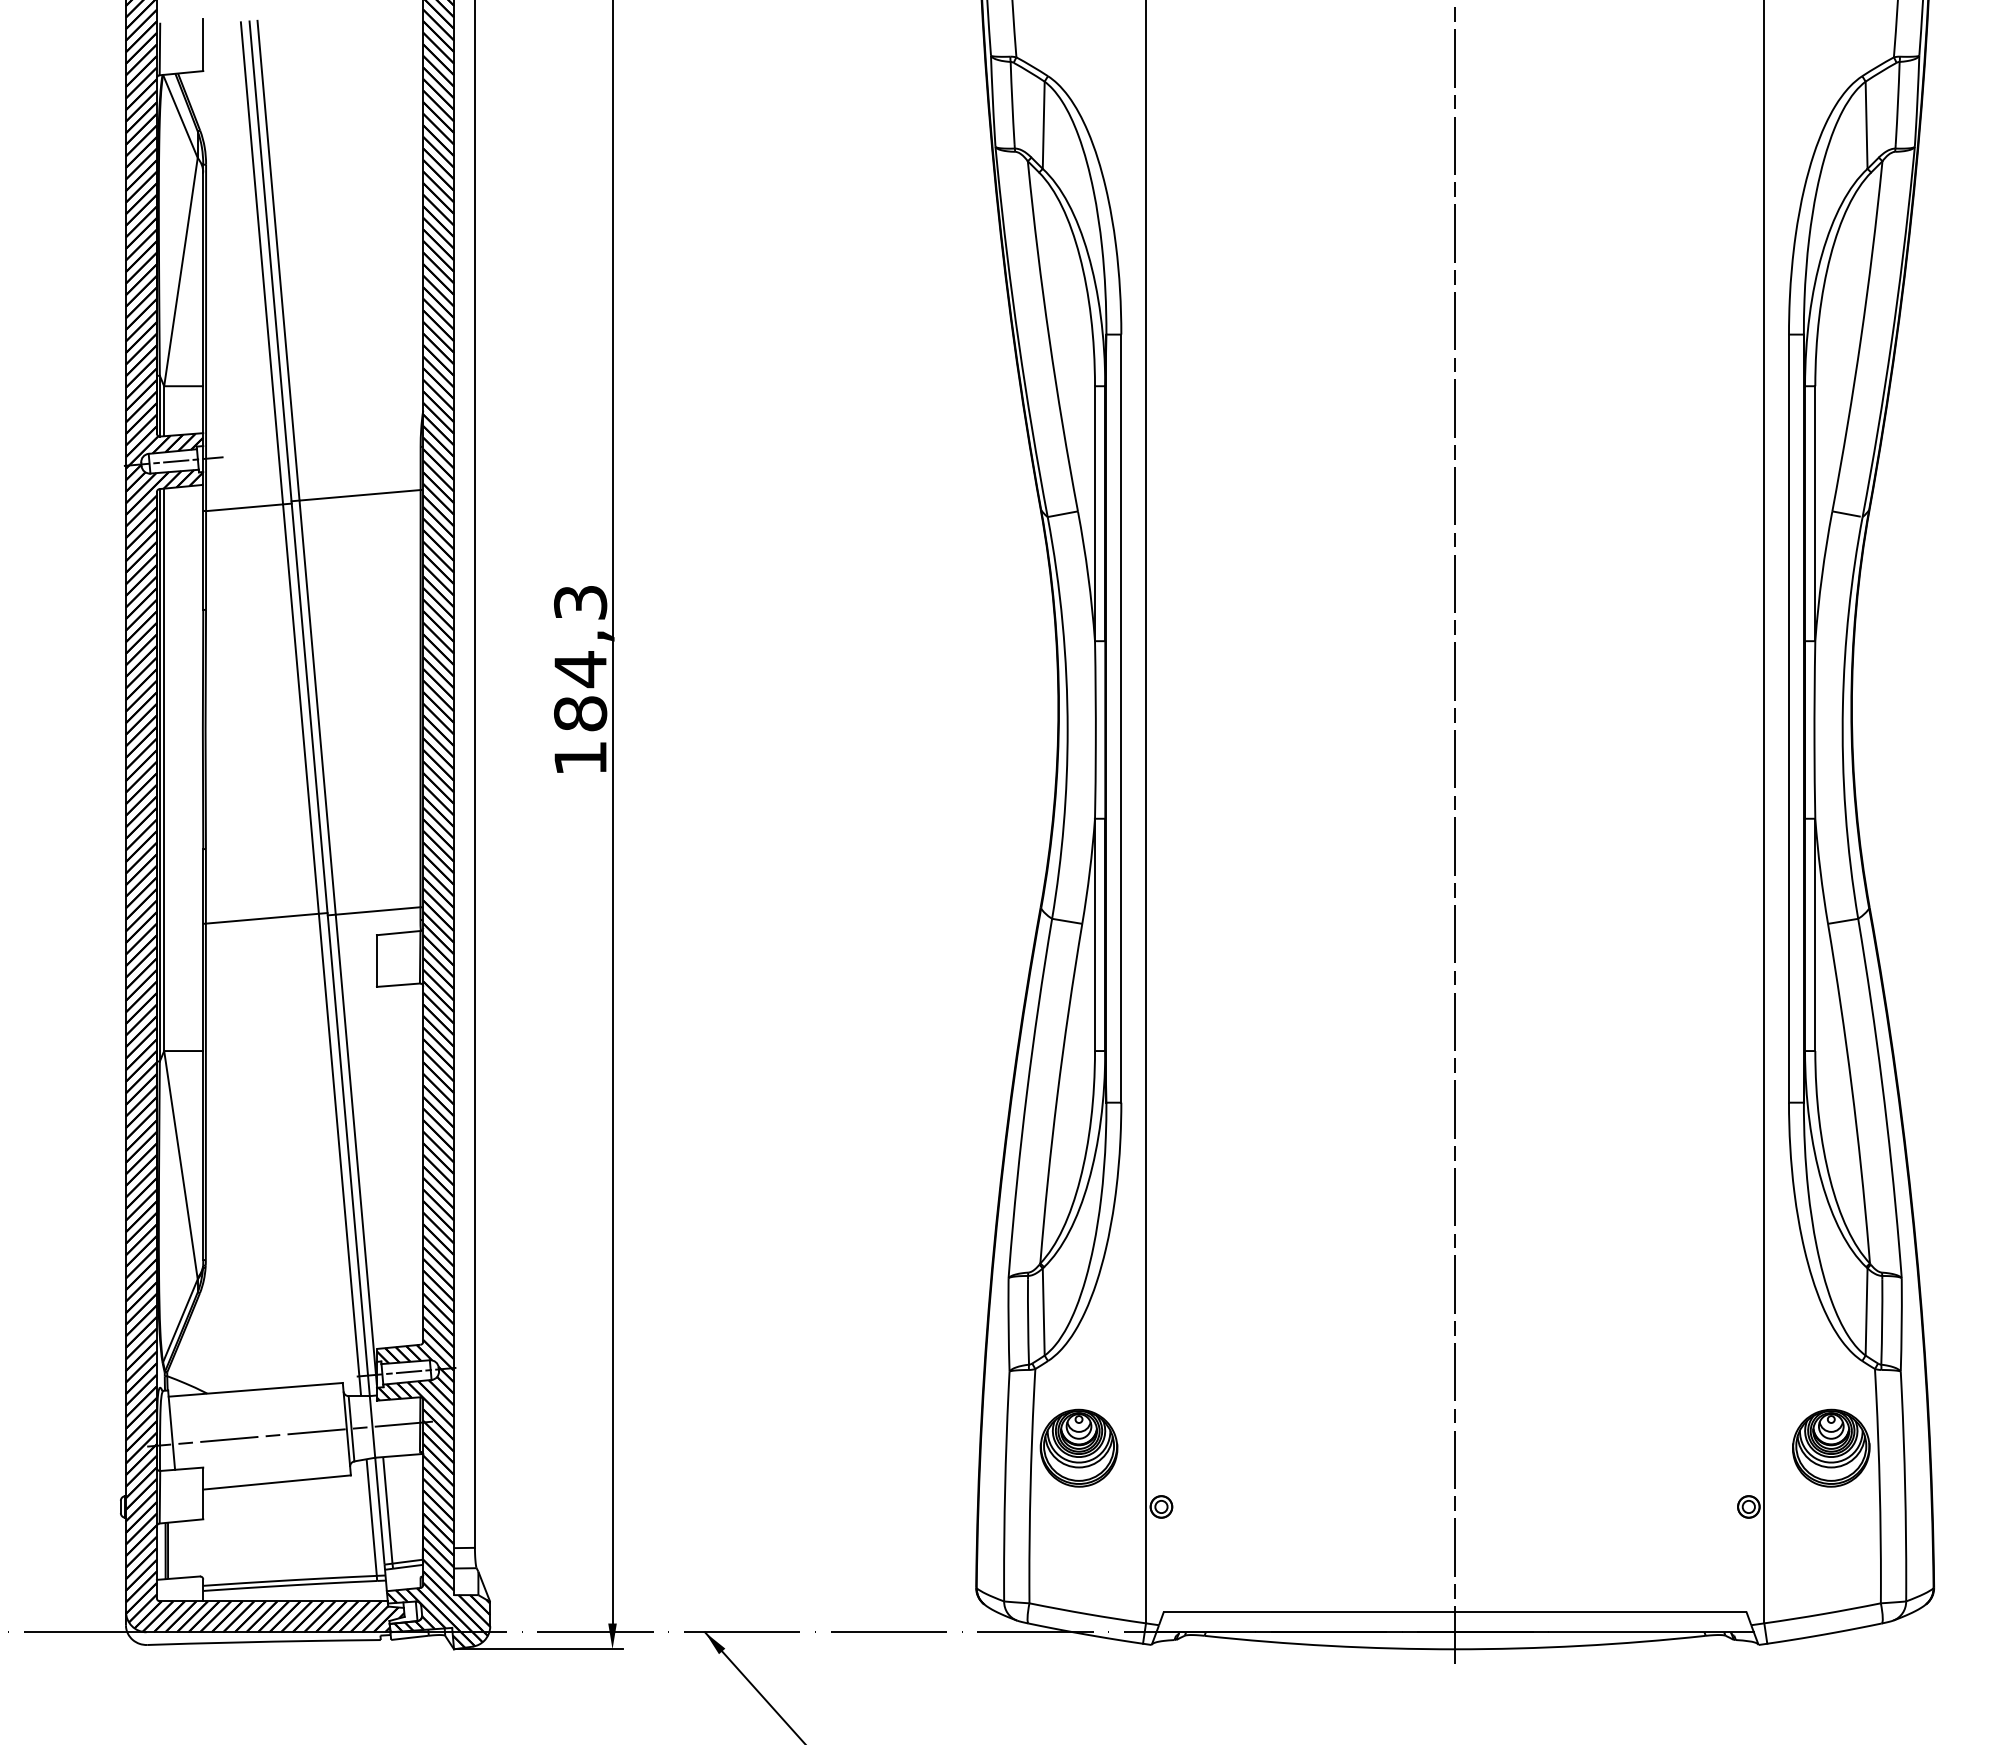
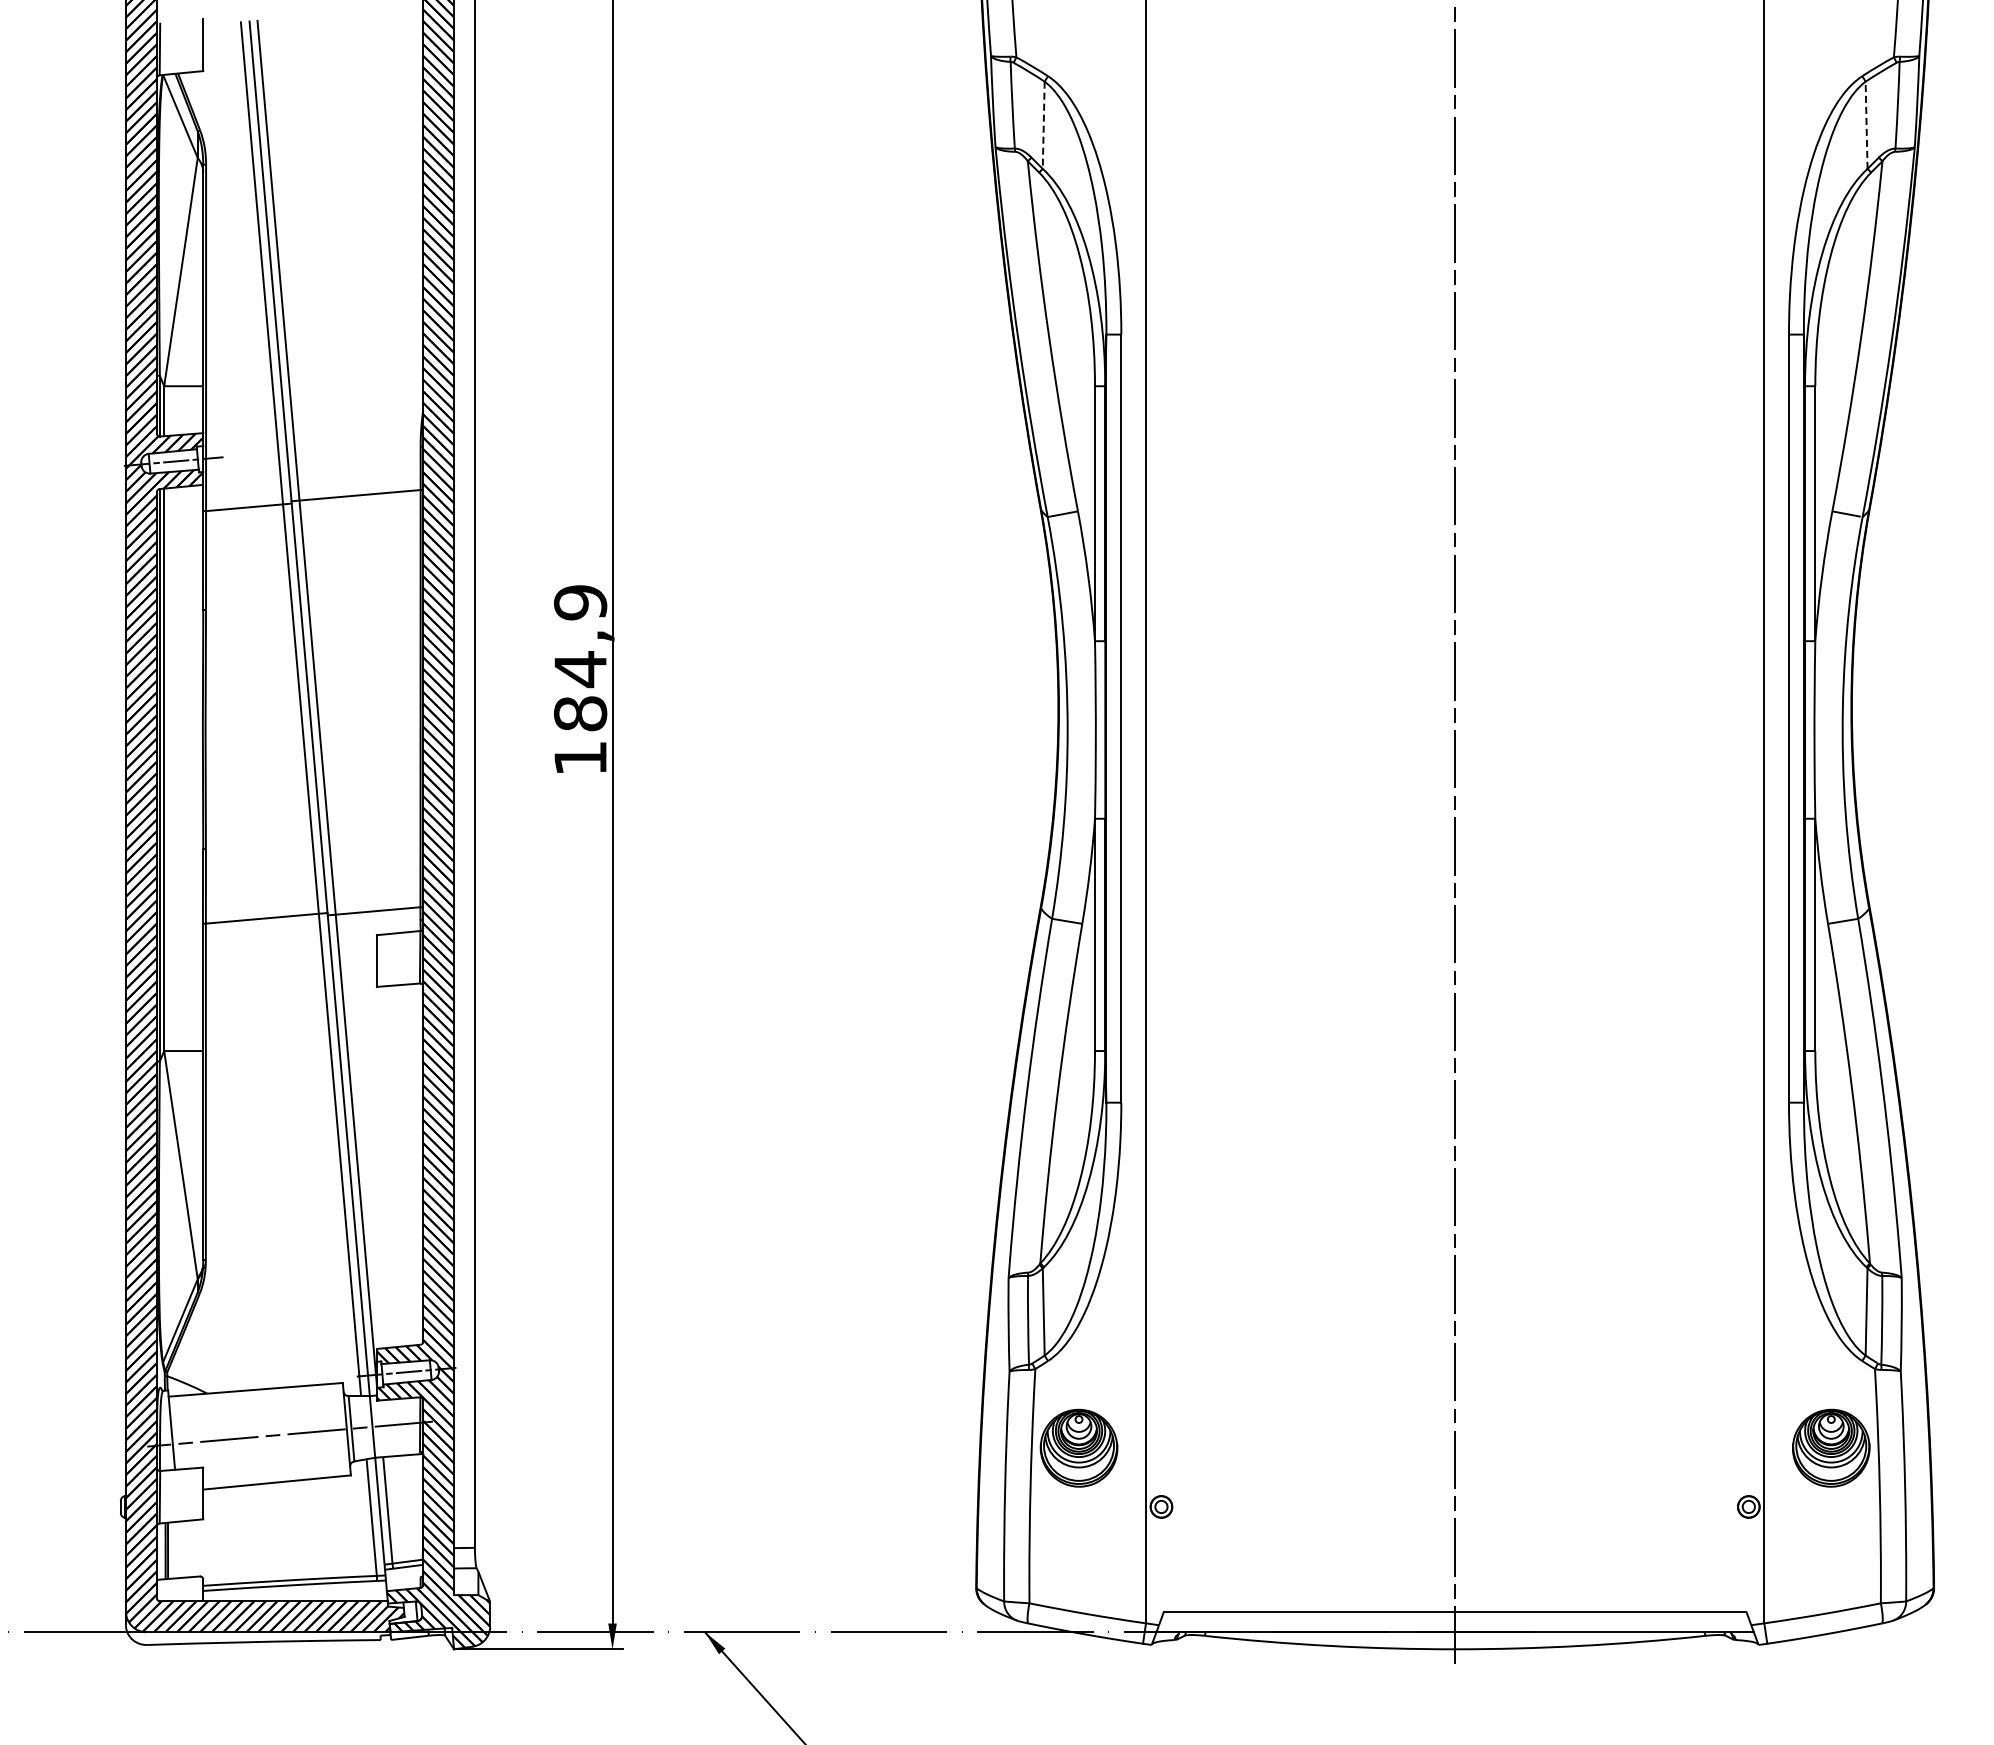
line at (1043, 125): solid -> dashed
line at (1866, 125): solid -> dashed
text at (580, 602): 184,3 -> 184,9
